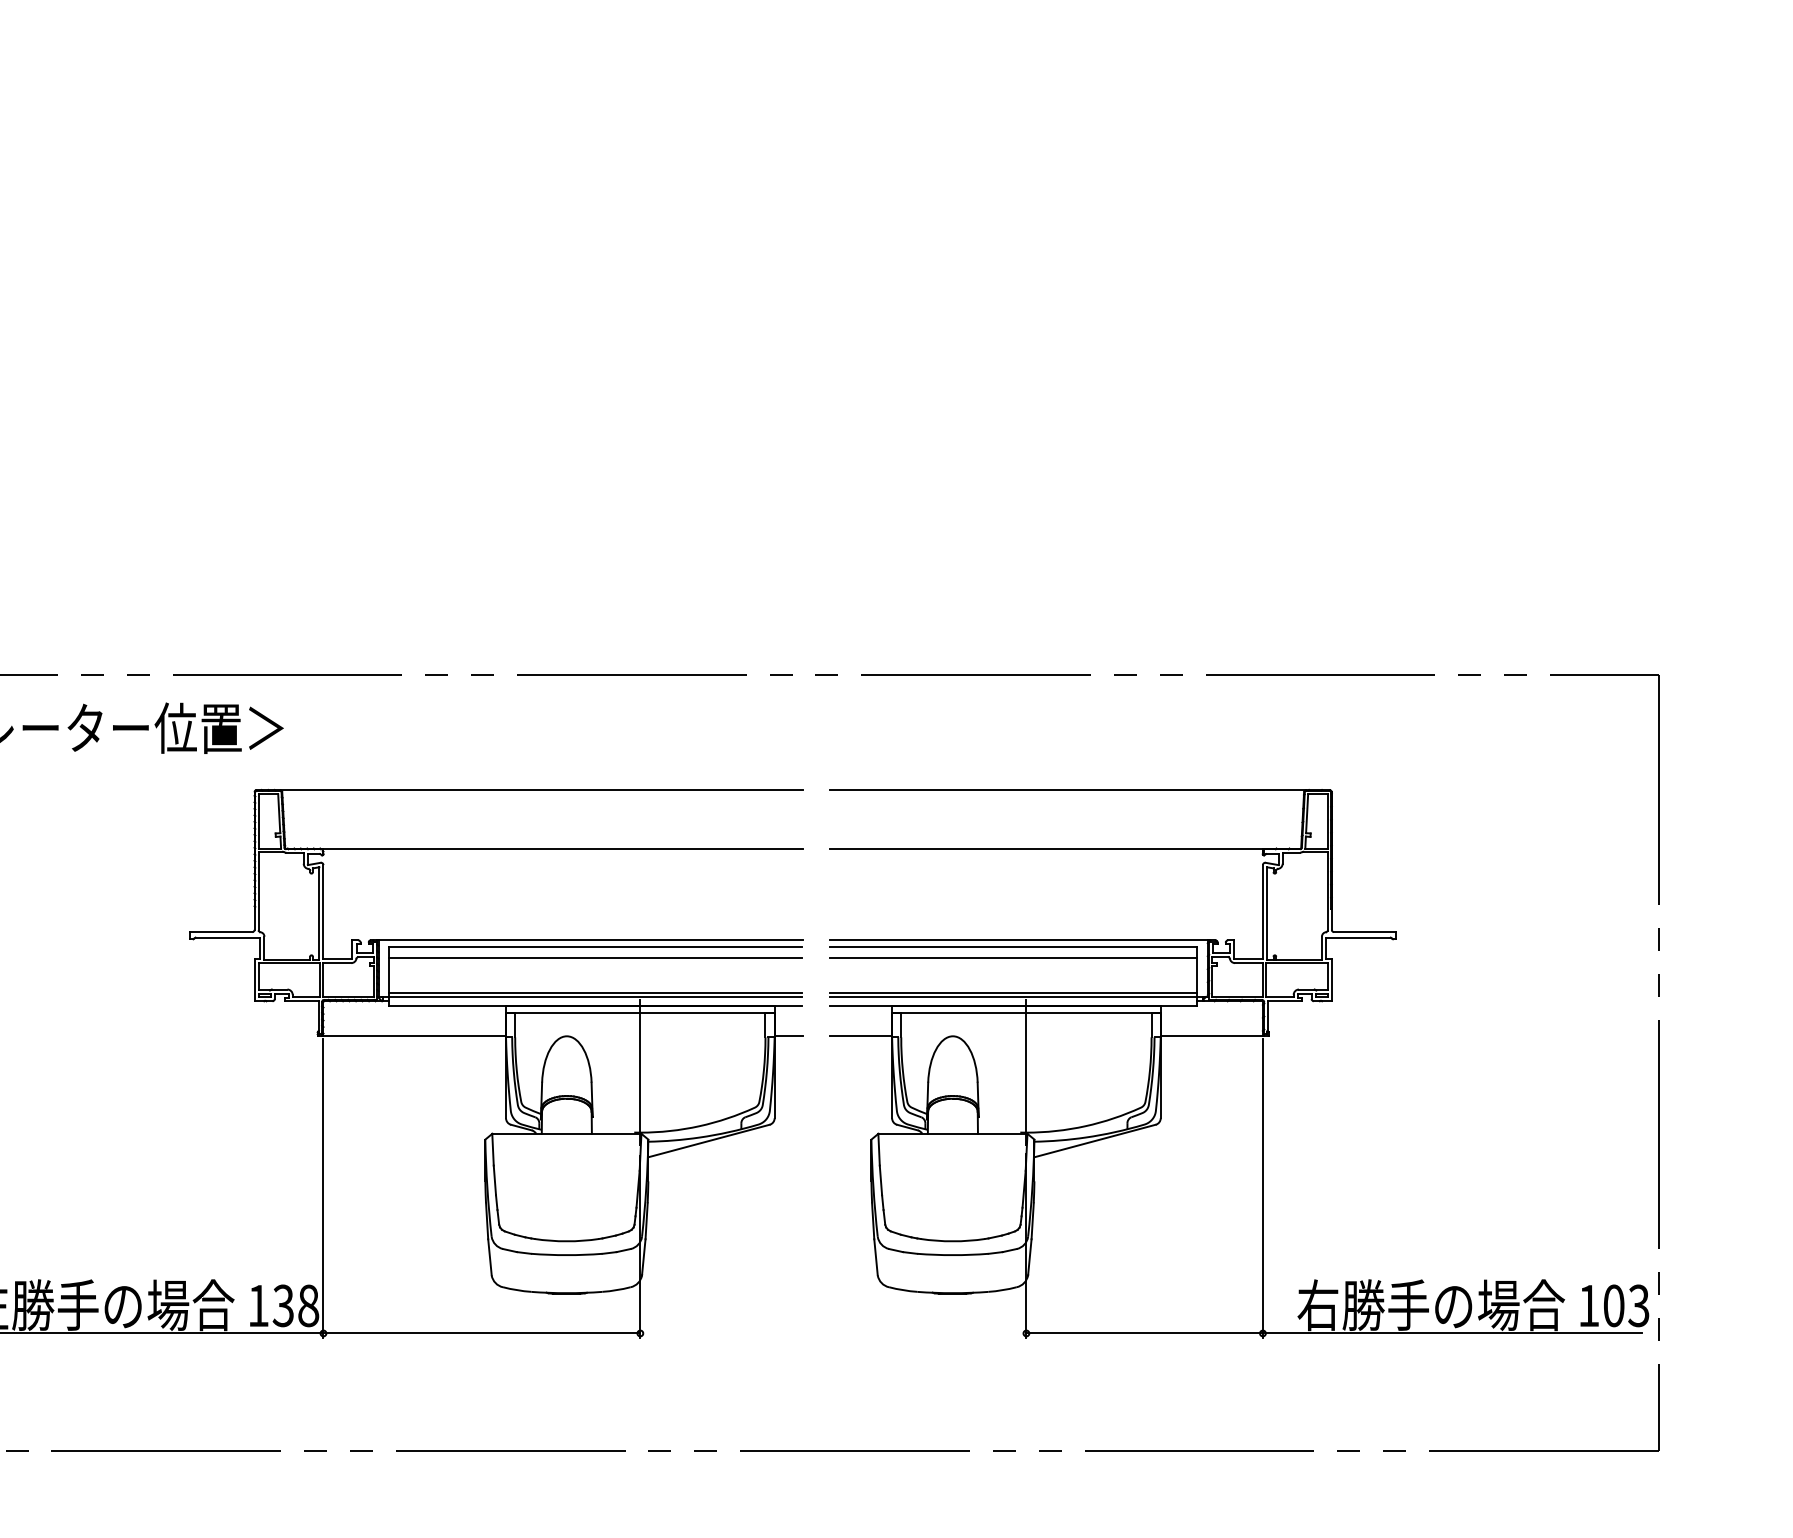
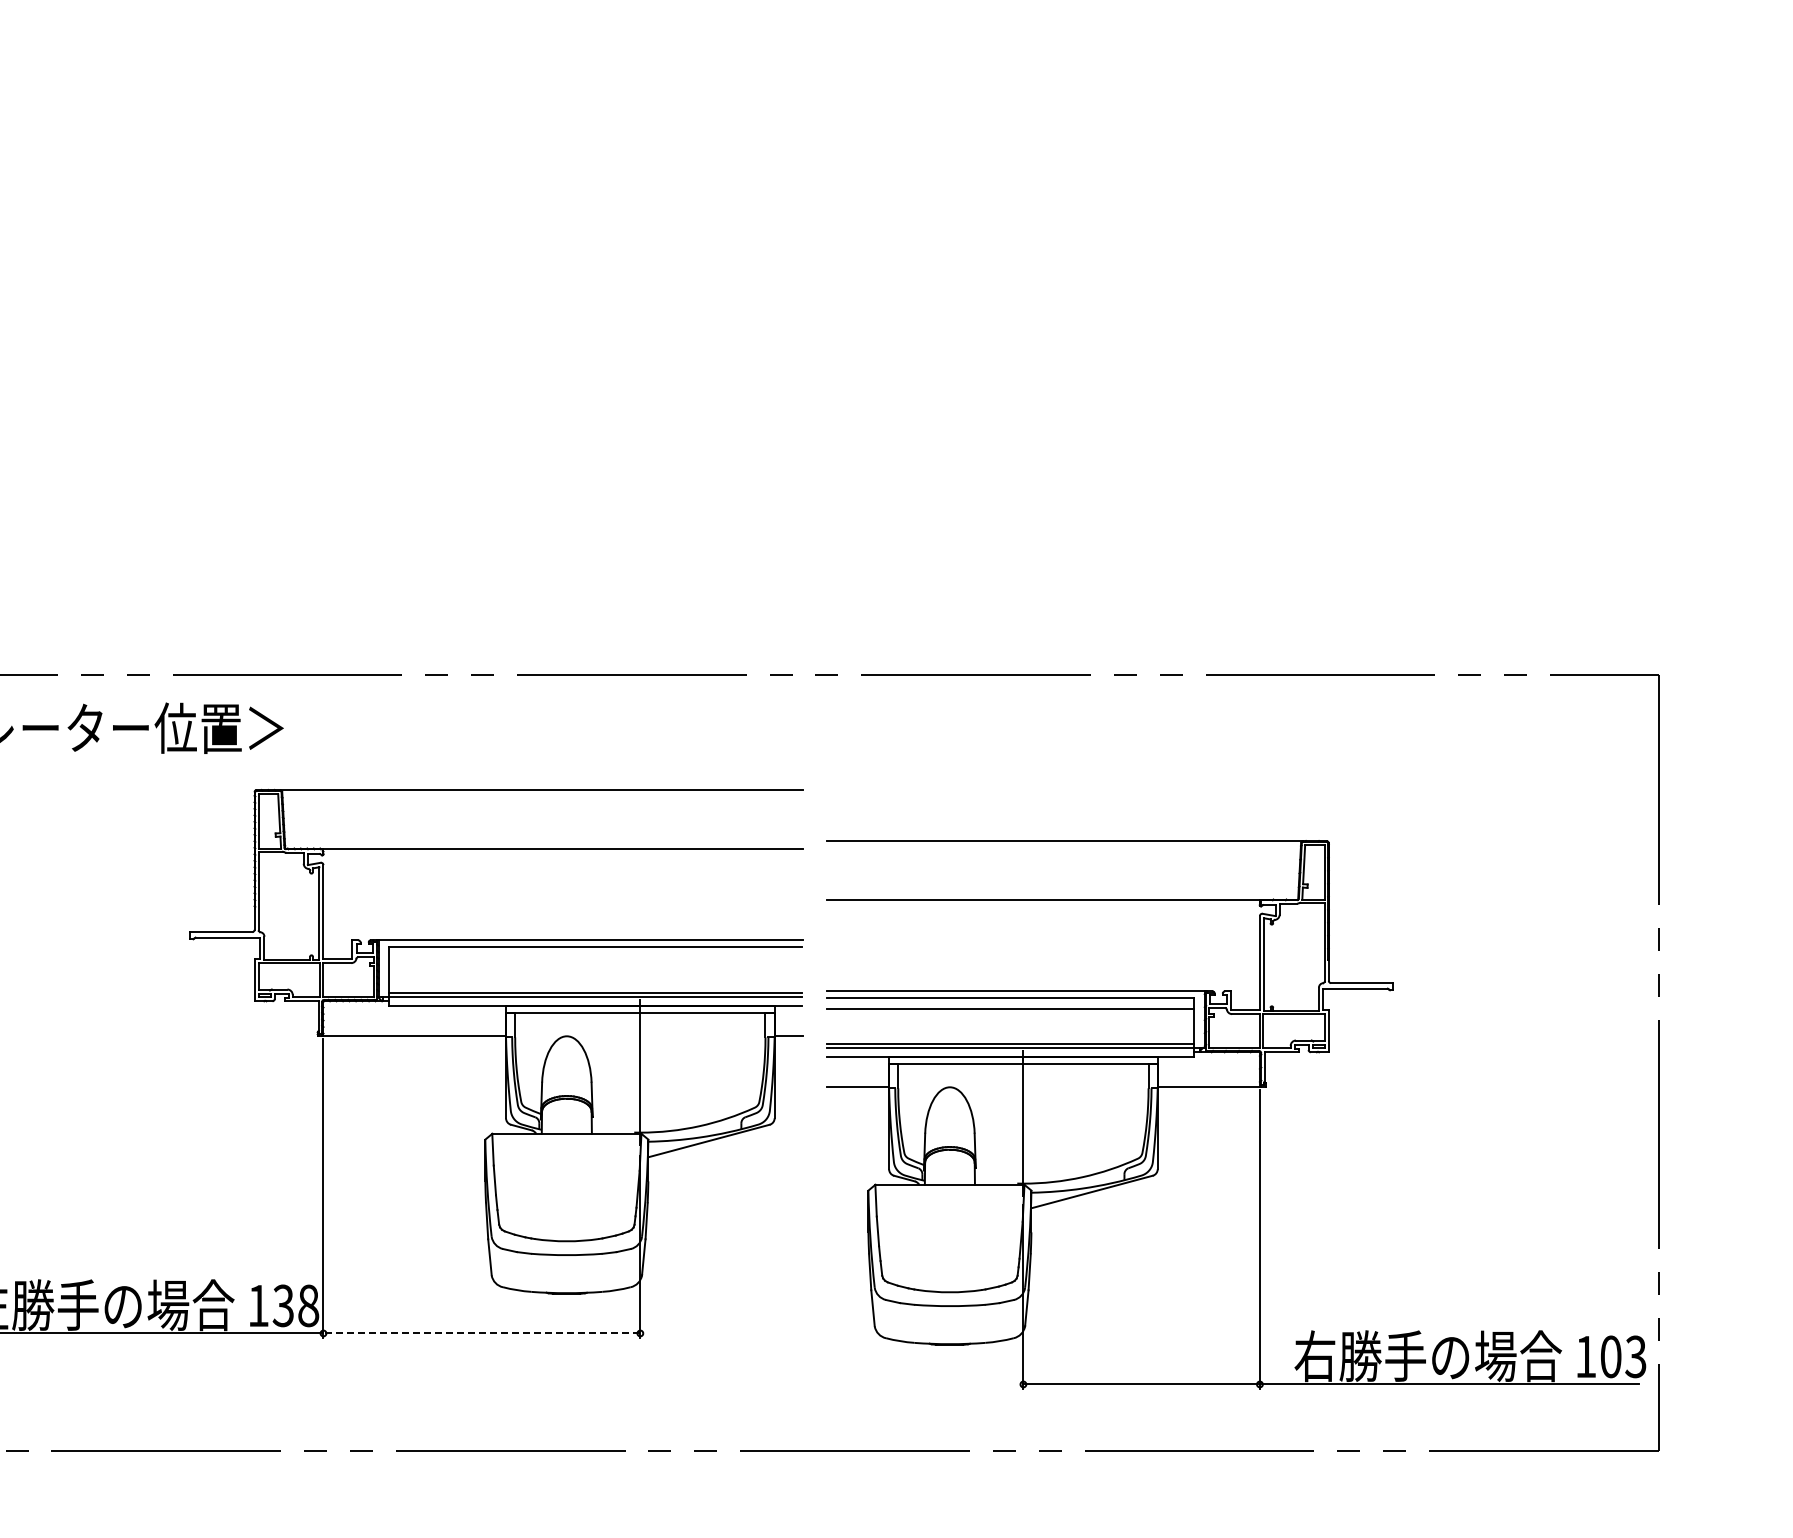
line at (595, 957): present -> none
part at (1262, 1063) position: (1262, 1063) -> (1259, 1114)
line at (481, 1333): solid -> dashed
